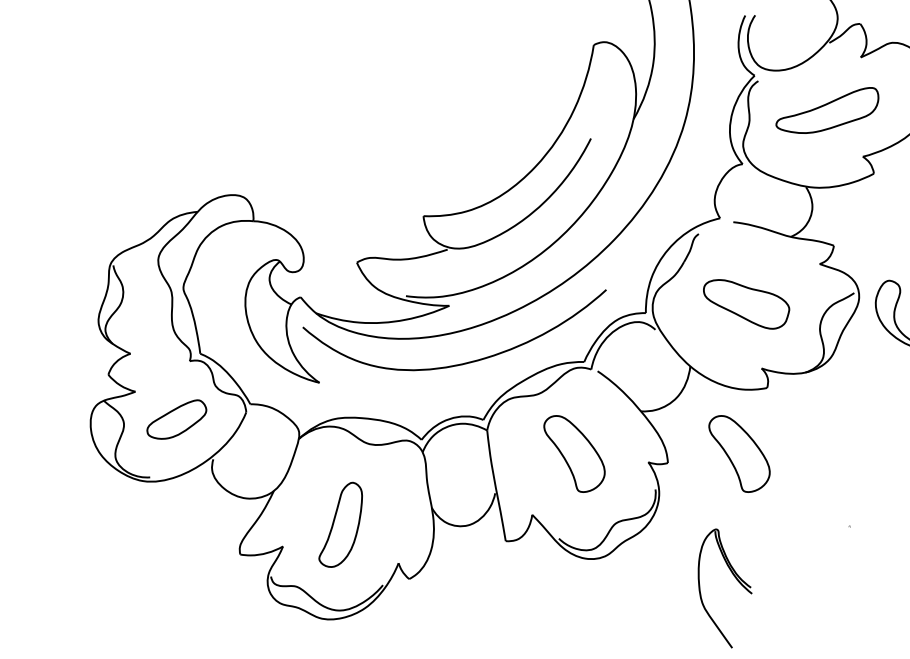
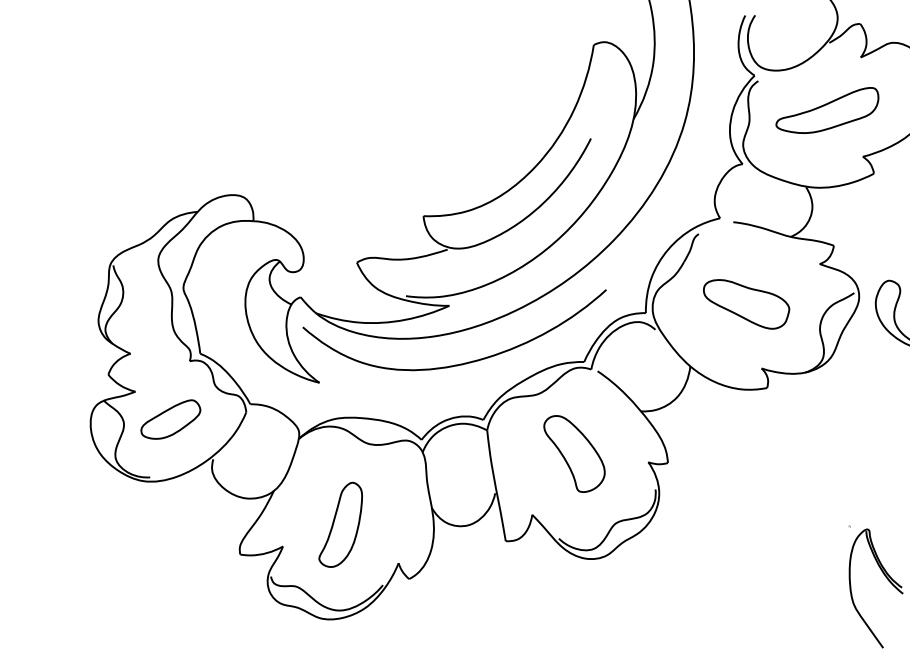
part at (176, 419) position: (176, 419) -> (170, 419)
part at (739, 453): present -> none
part at (737, 581) position: (737, 581) -> (888, 581)
